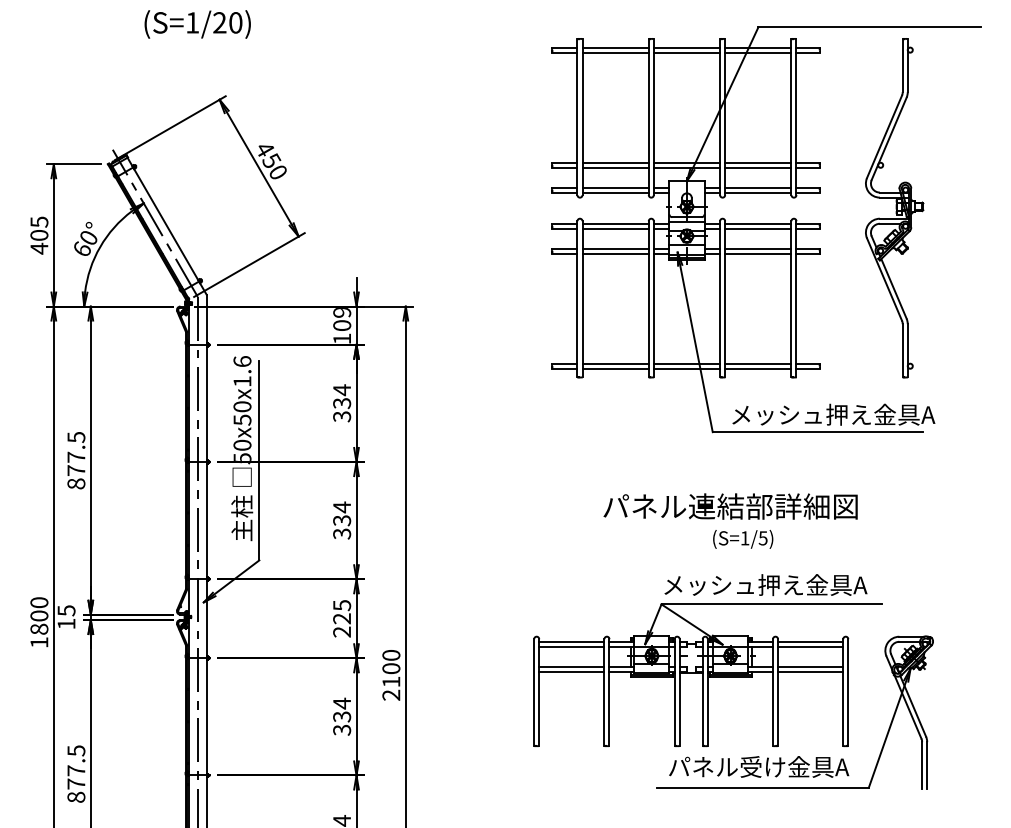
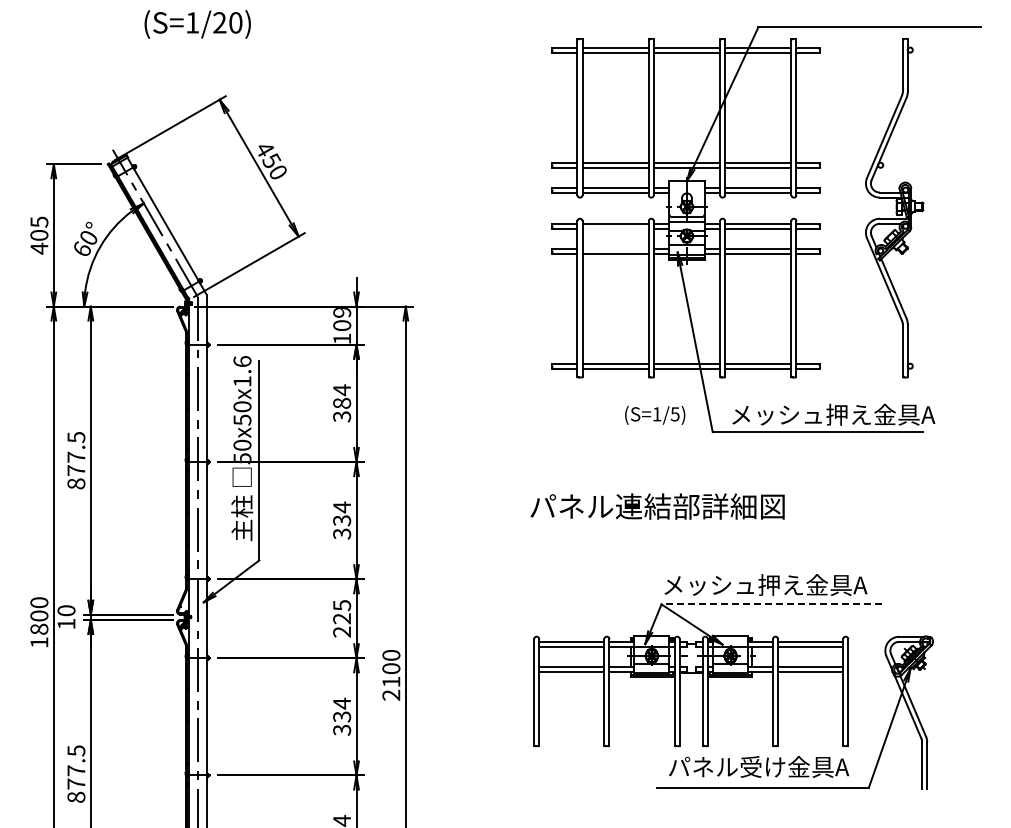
line at (615, 228): present -> none
line at (615, 248): present -> none
text at (341, 403): 334 -> 384
text at (730, 506) position: (730, 506) -> (657, 506)
text at (743, 539) position: (743, 539) -> (655, 415)
line at (771, 604): solid -> dashed
text at (66, 610): 15 -> 10
